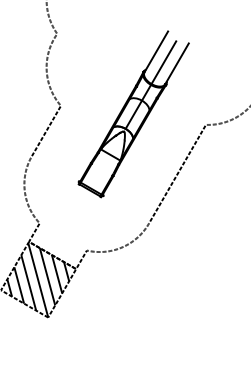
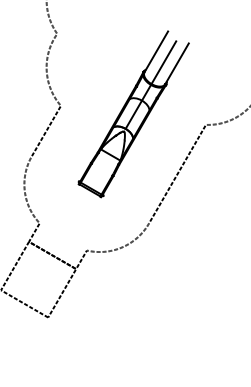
hatch at (41, 280): present -> none
